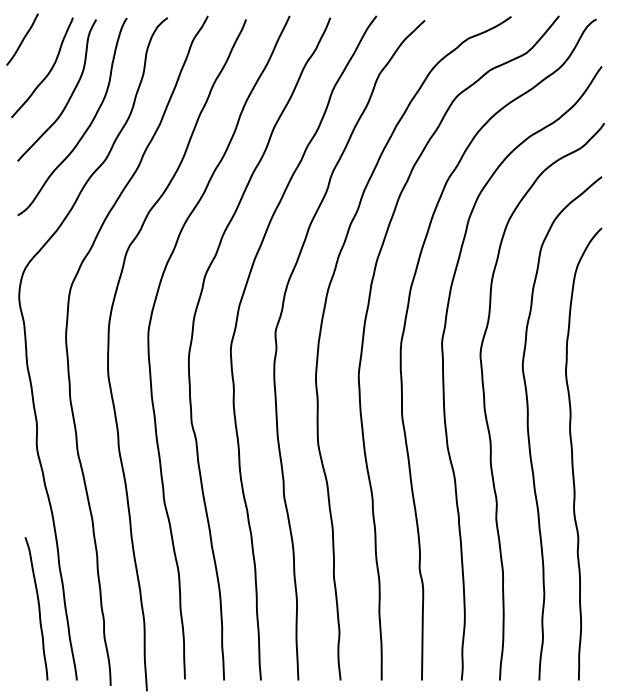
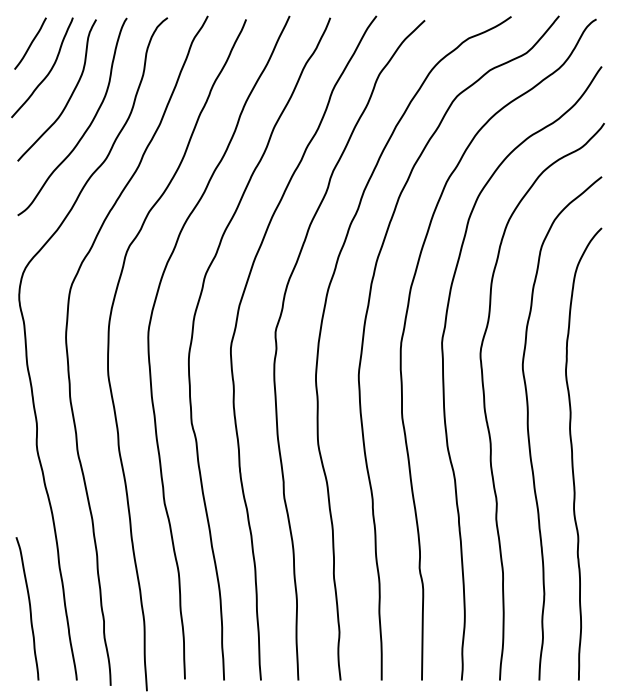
curve at (22, 39) position: (22, 39) -> (30, 43)
curve at (38, 608) position: (38, 608) -> (29, 608)
